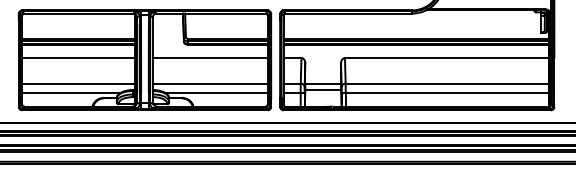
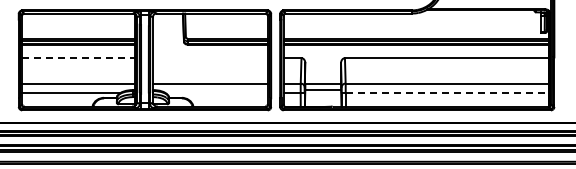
line at (79, 58): solid -> dashed
line at (209, 58): present -> none
line at (216, 93): present -> none
line at (447, 93): solid -> dashed
